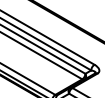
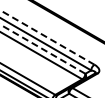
line at (47, 37): solid -> dashed
line at (42, 49): solid -> dashed
